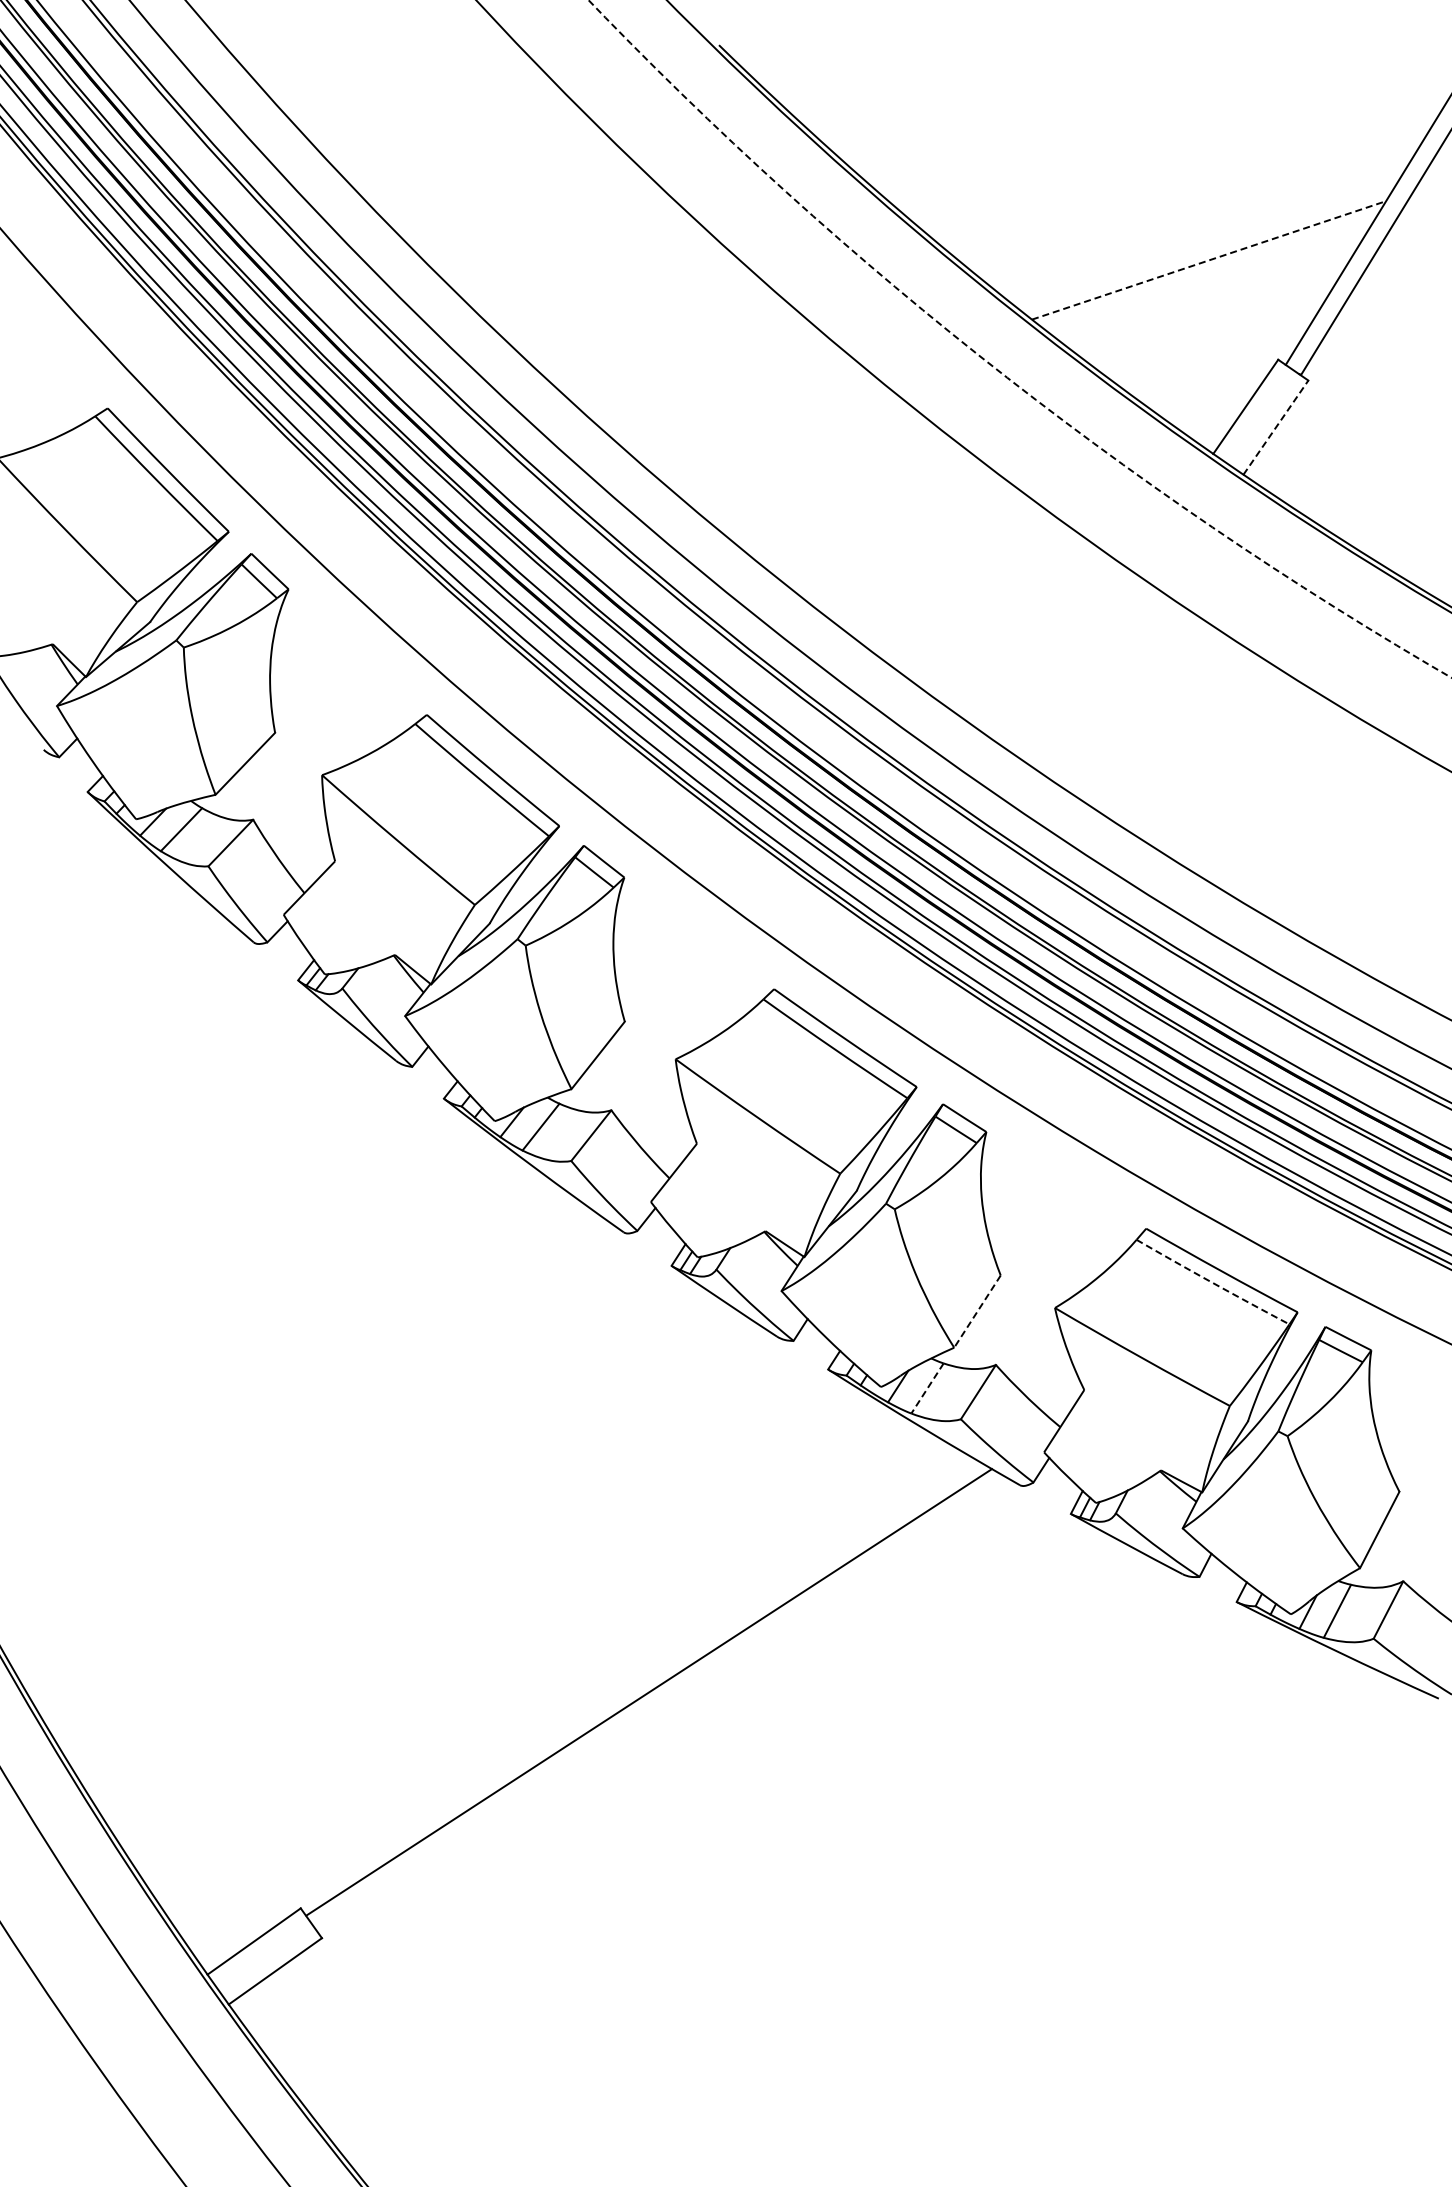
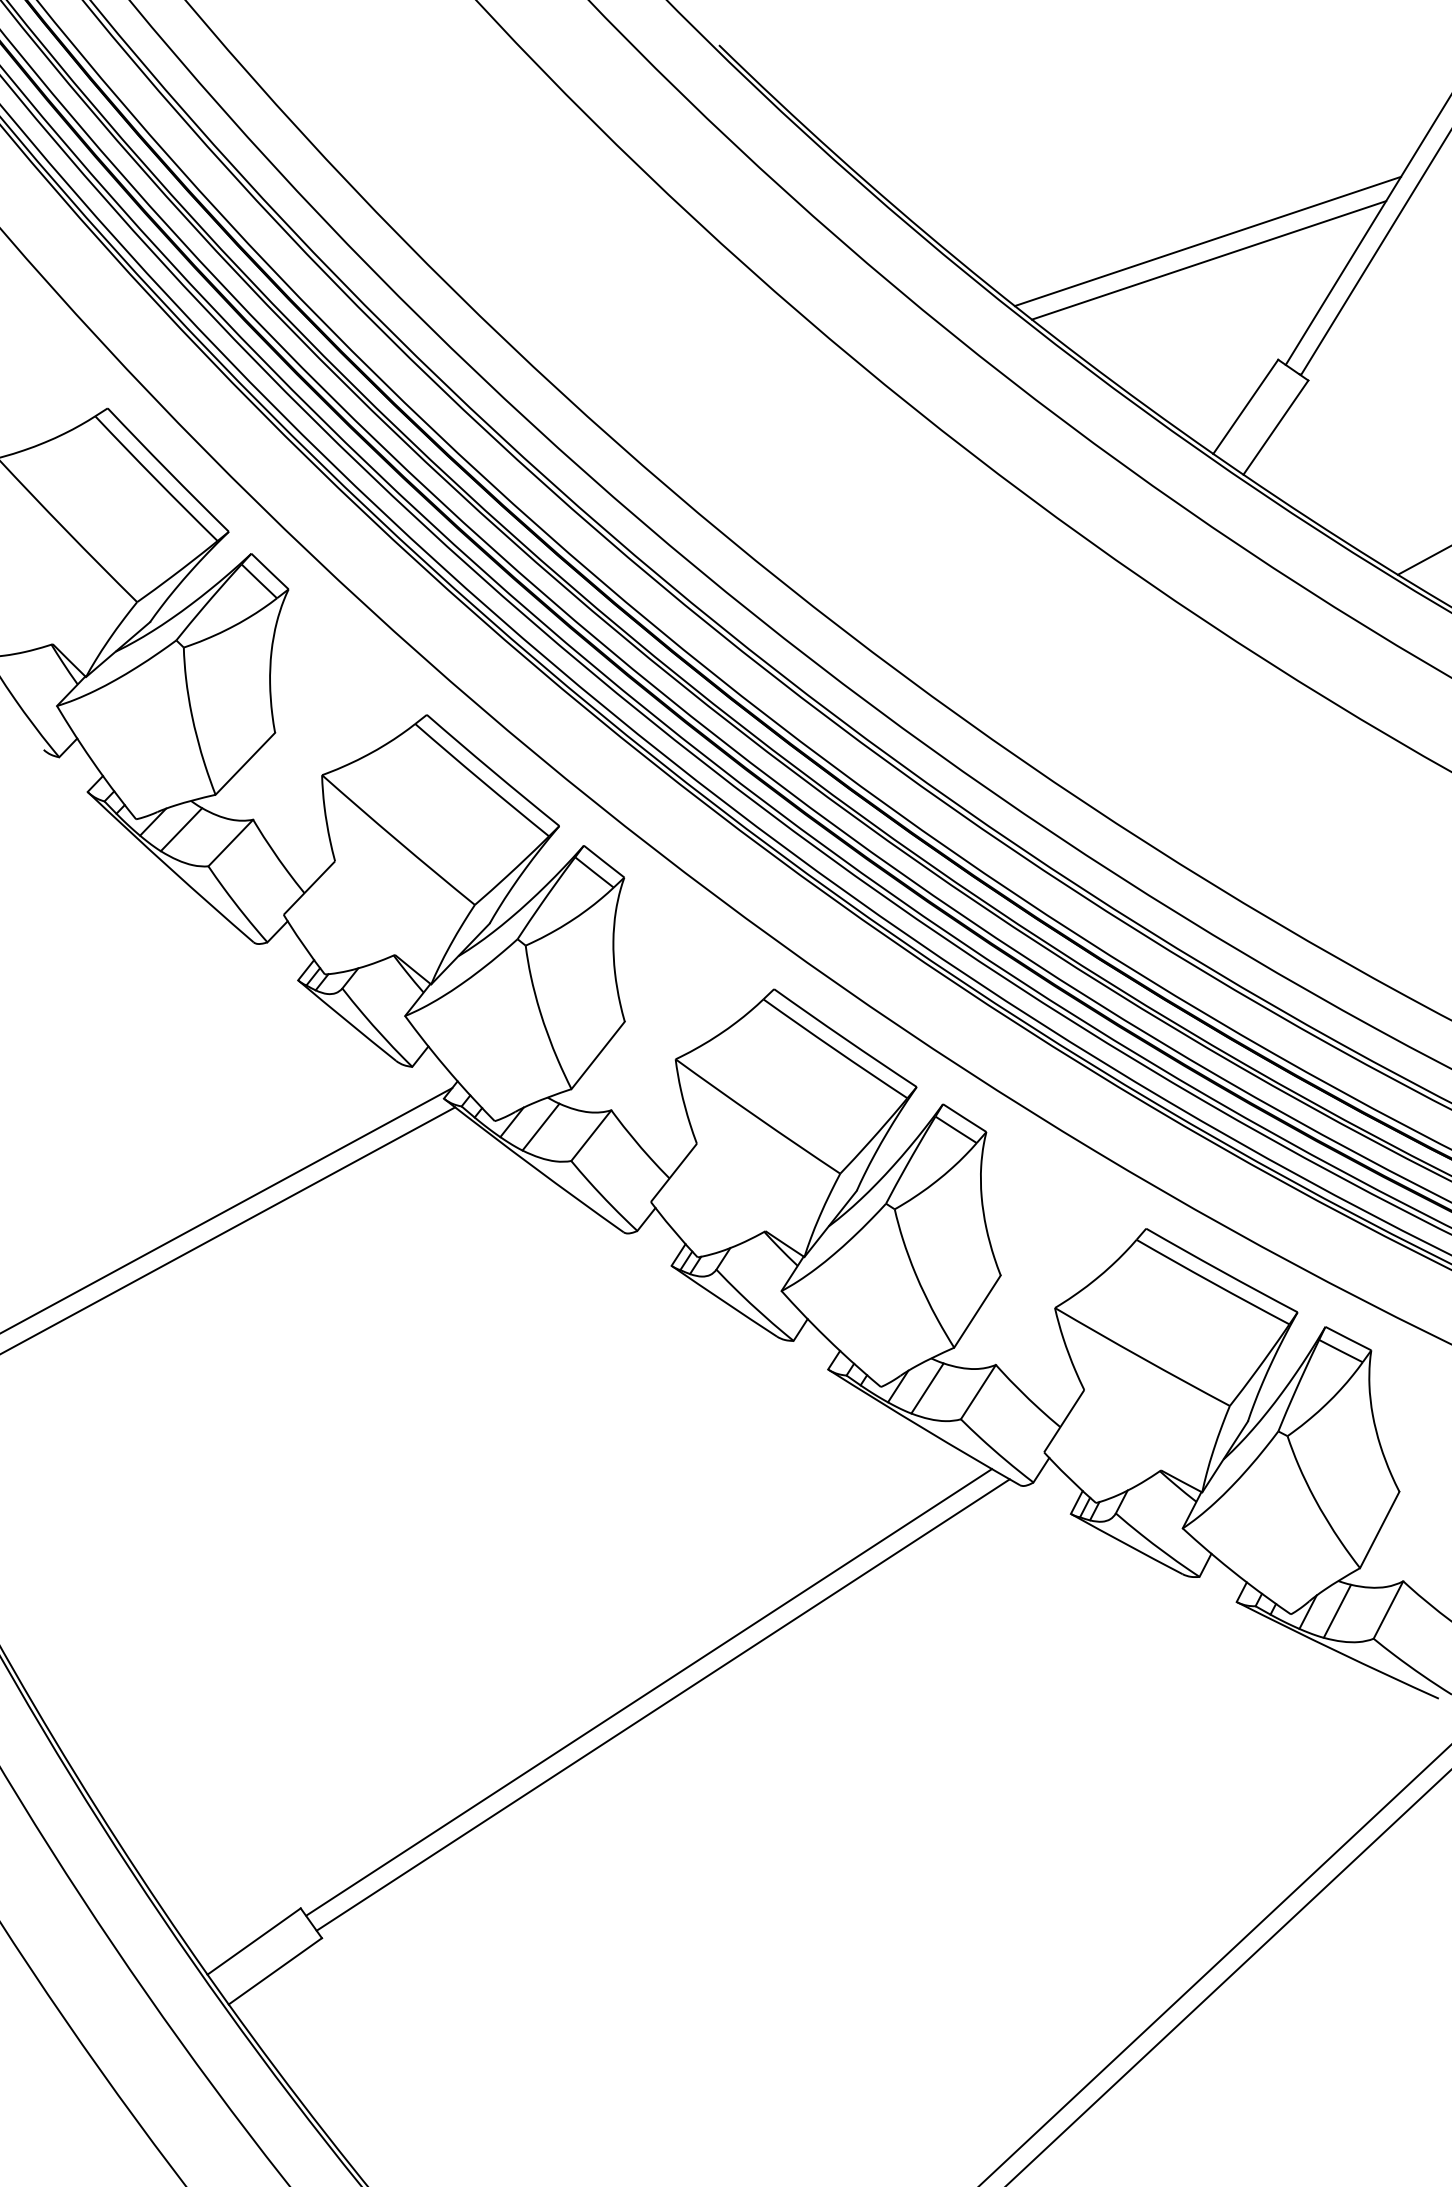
line at (1207, 241): none -> present
line at (1209, 260): dashed -> solid
arc at (997, 369): dashed -> solid
line at (1276, 427): dashed -> solid
line at (1422, 560): none -> present
line at (227, 1210): none -> present
line at (228, 1230): none -> present
arc at (1212, 1282): dashed -> solid
line at (977, 1311): dashed -> solid
line at (927, 1388): dashed -> solid
line at (662, 1704): none -> present
line at (1214, 1965): none -> present
line at (1228, 1977): none -> present
